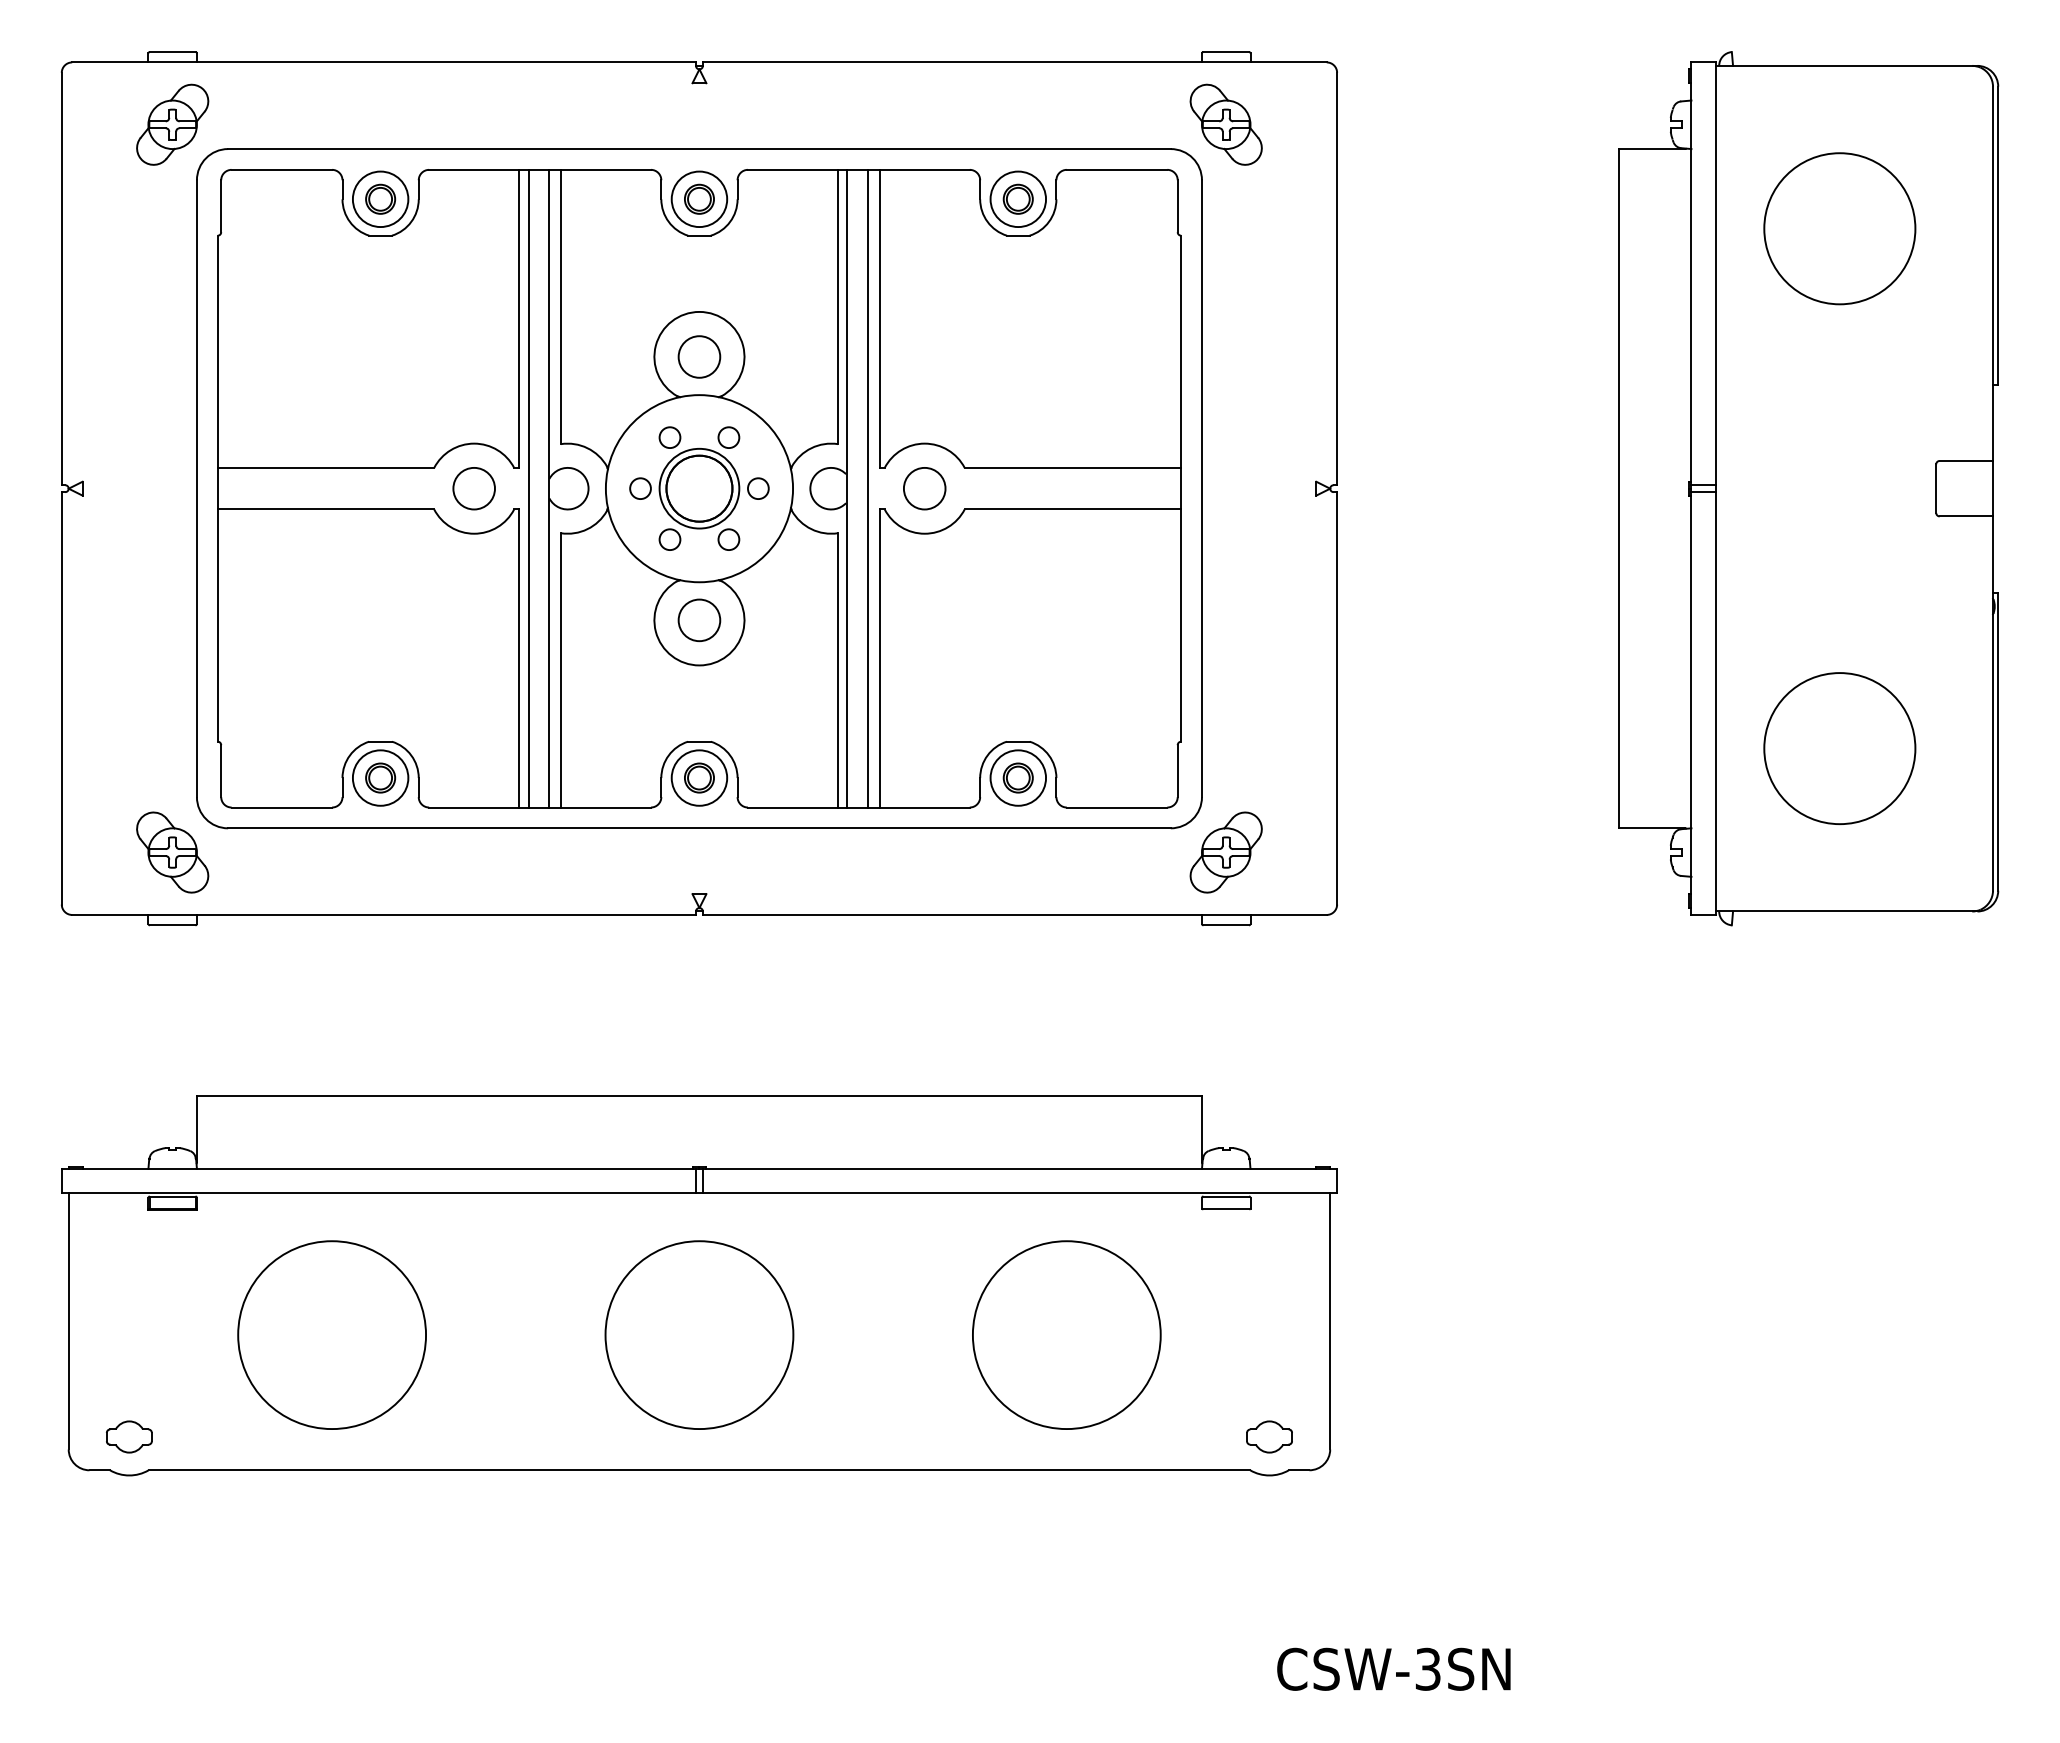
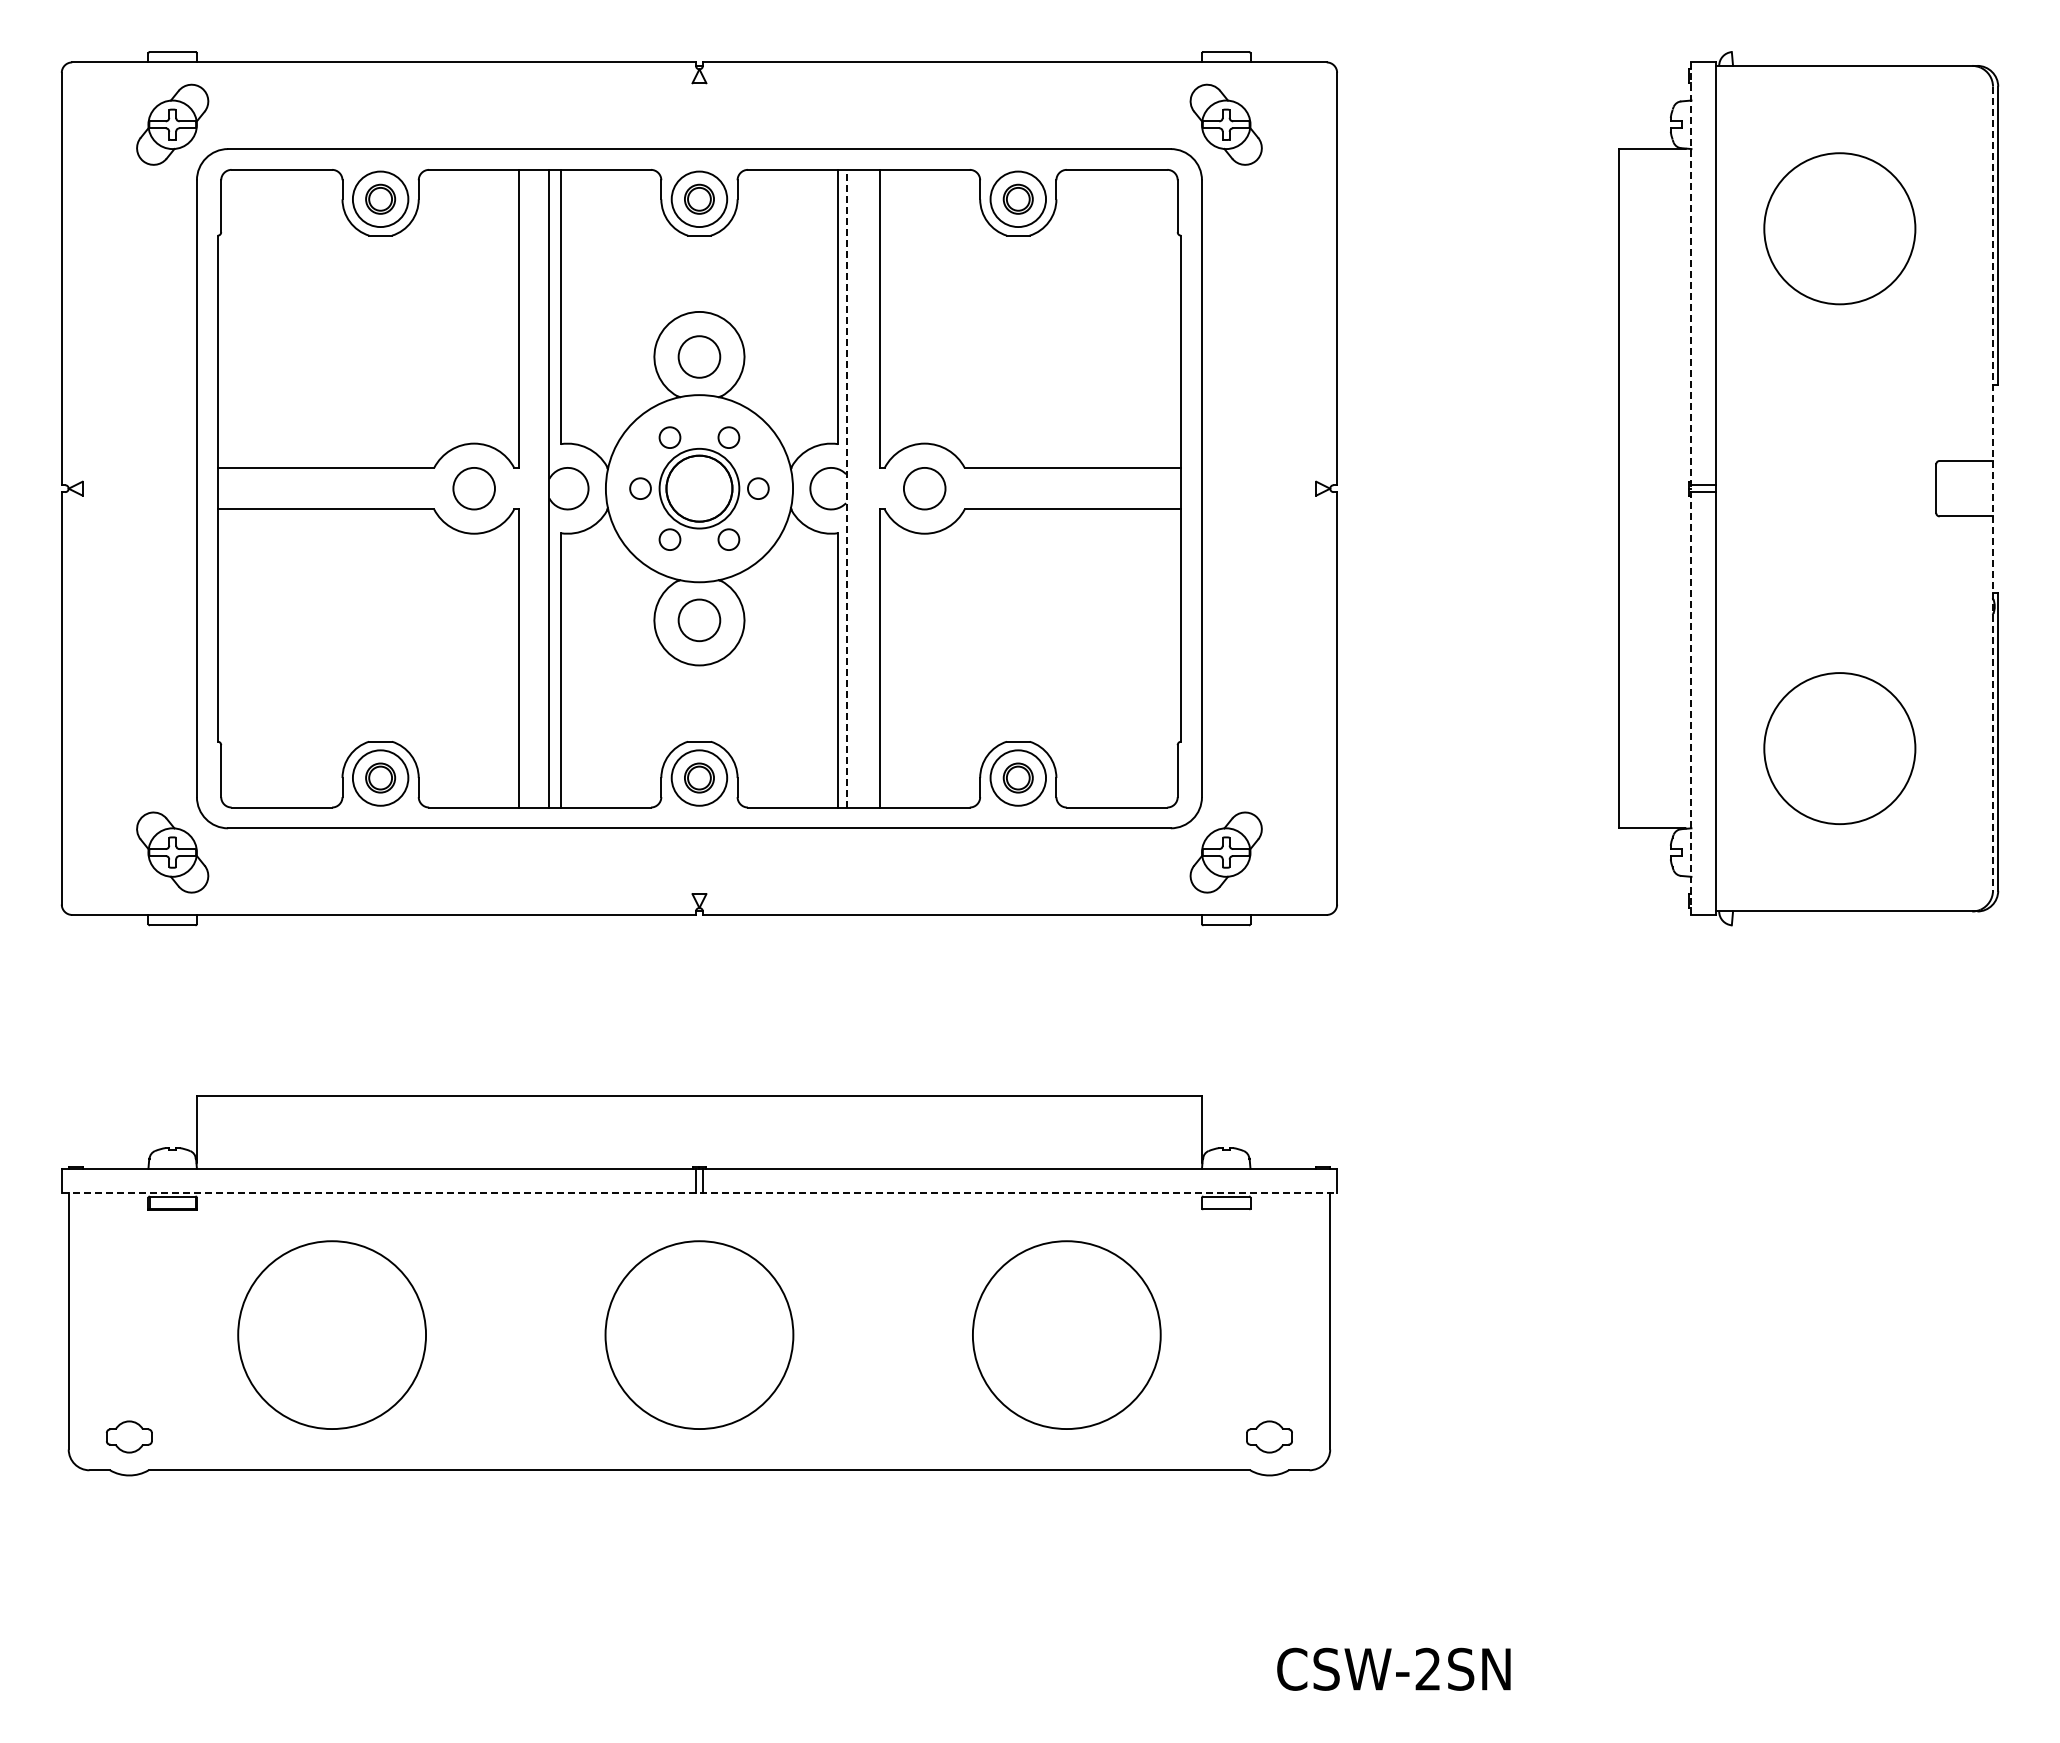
line at (528, 488): present -> none
line at (847, 488): solid -> dashed
line at (868, 488): present -> none
line at (1691, 489): solid -> dashed
line at (1993, 489): solid -> dashed
line at (699, 1193): solid -> dashed
text at (1427, 1669): CSW-3SN -> CSW-2SN
